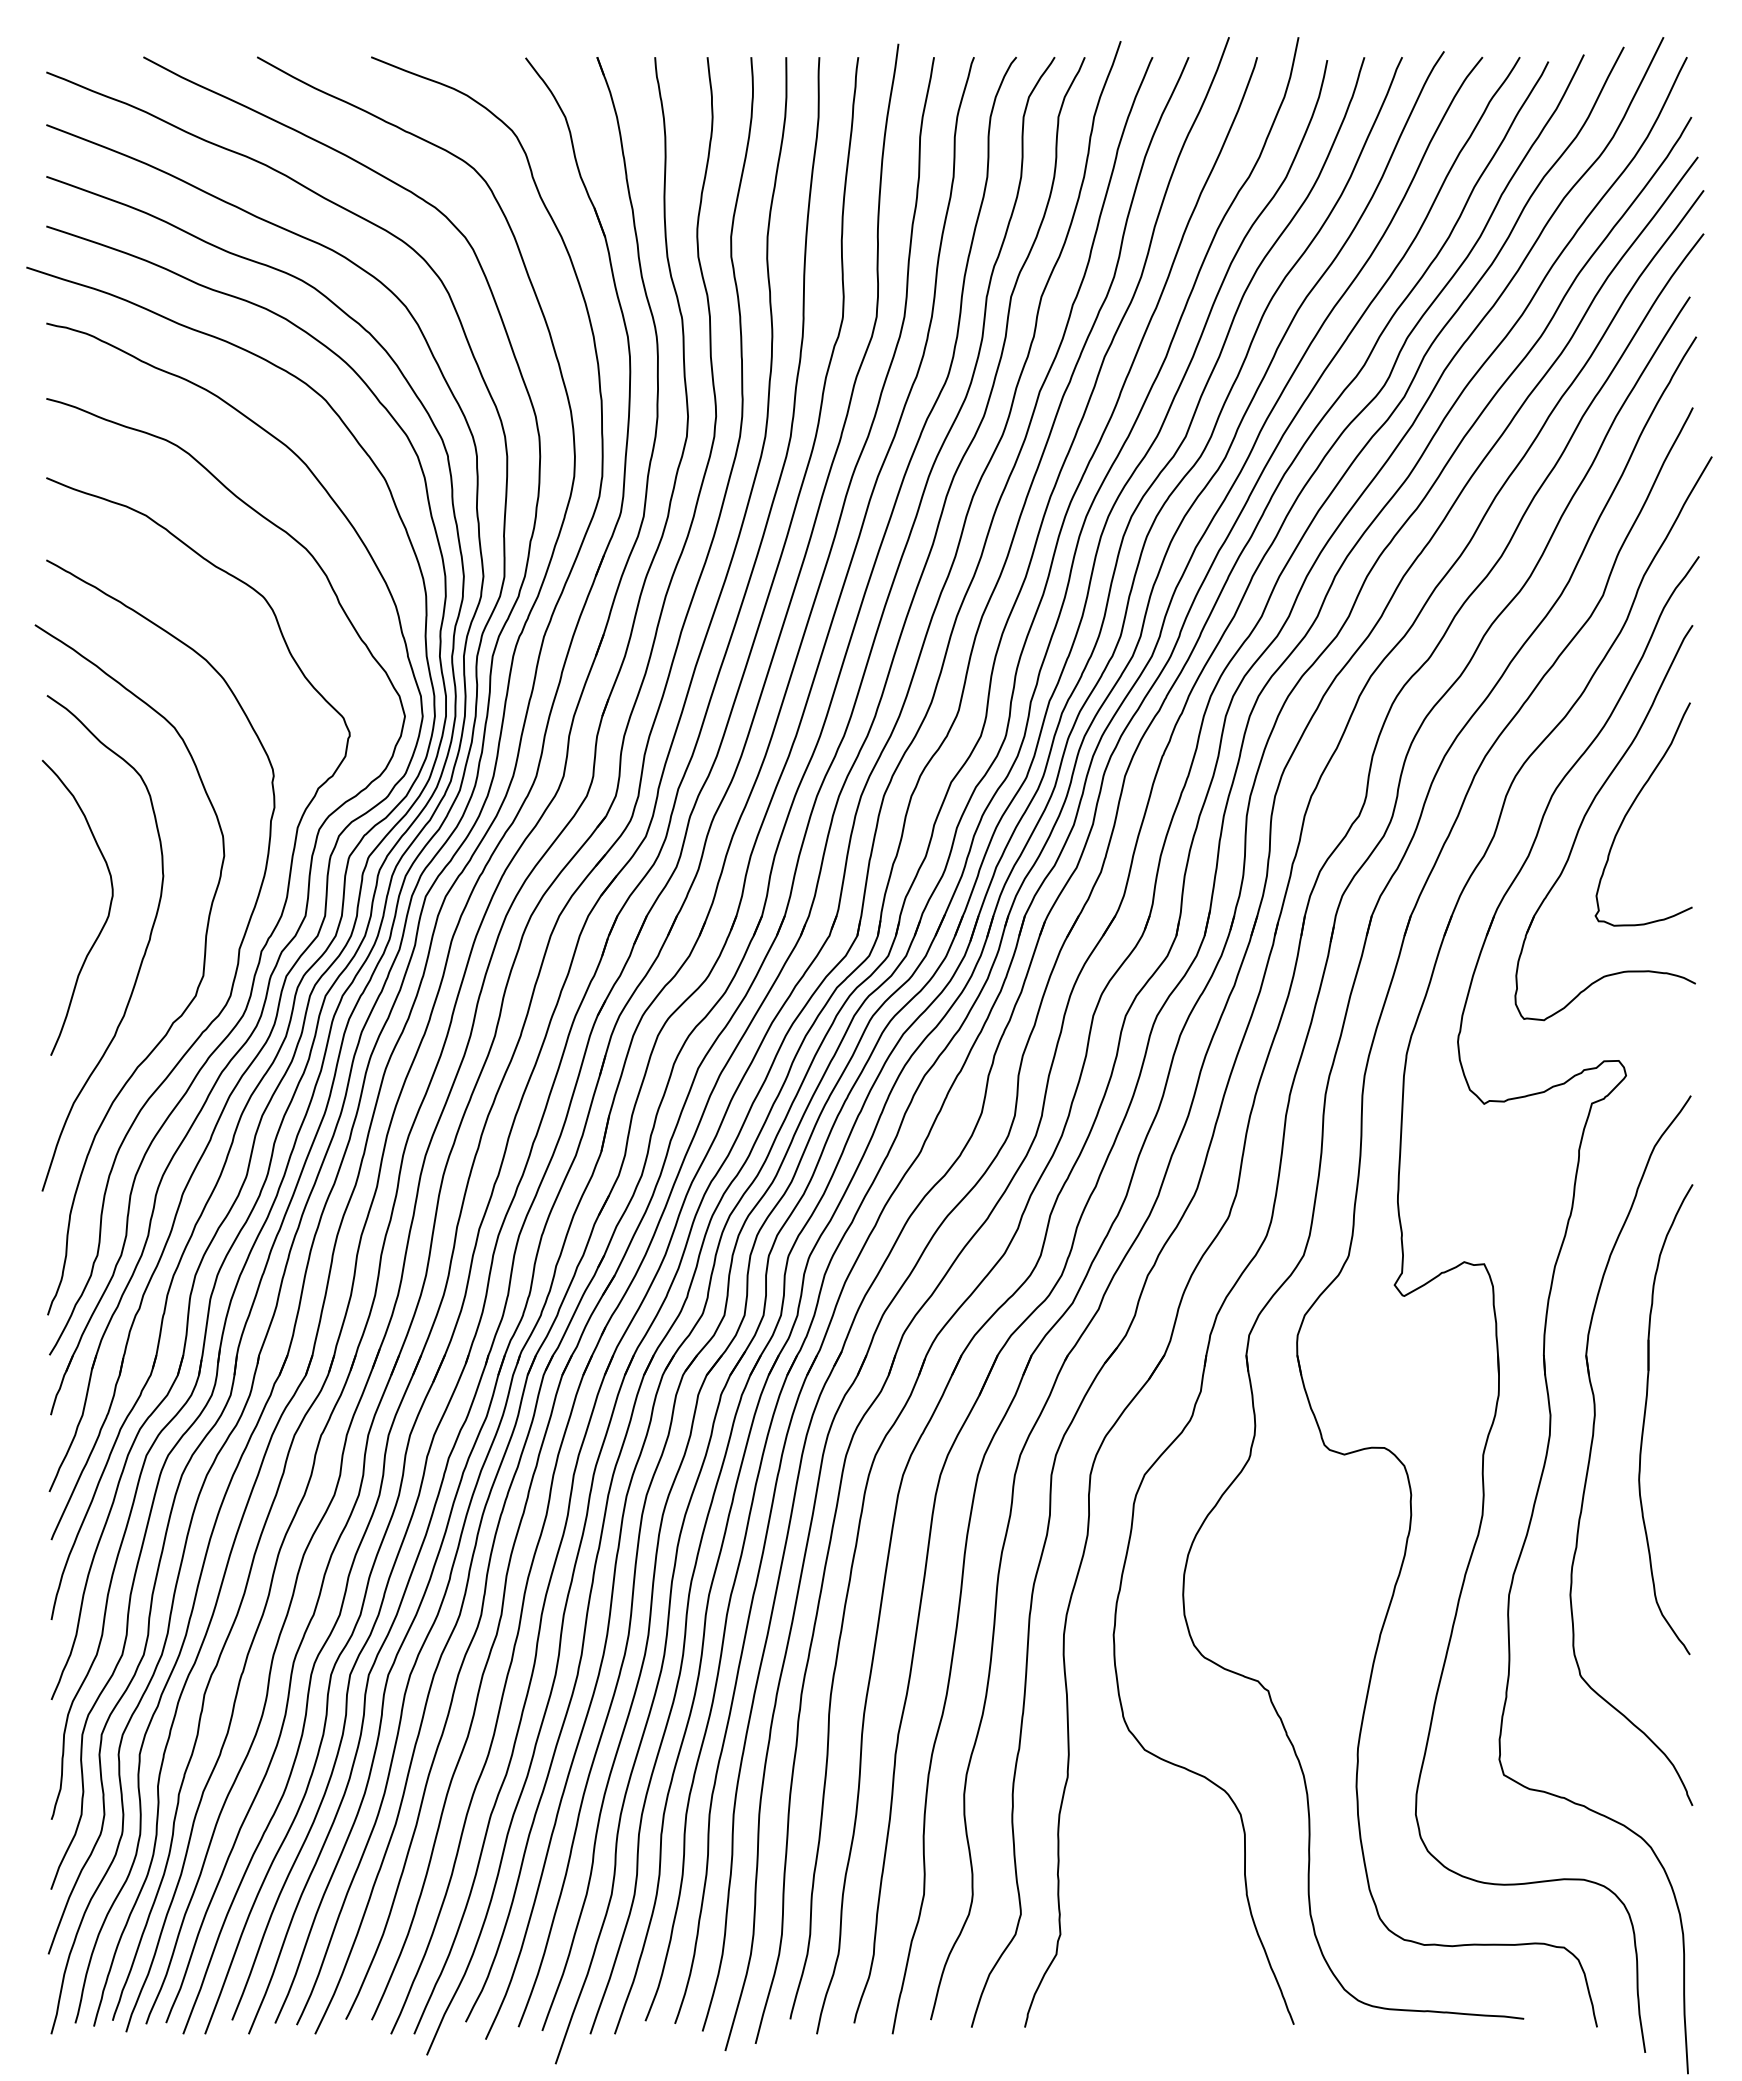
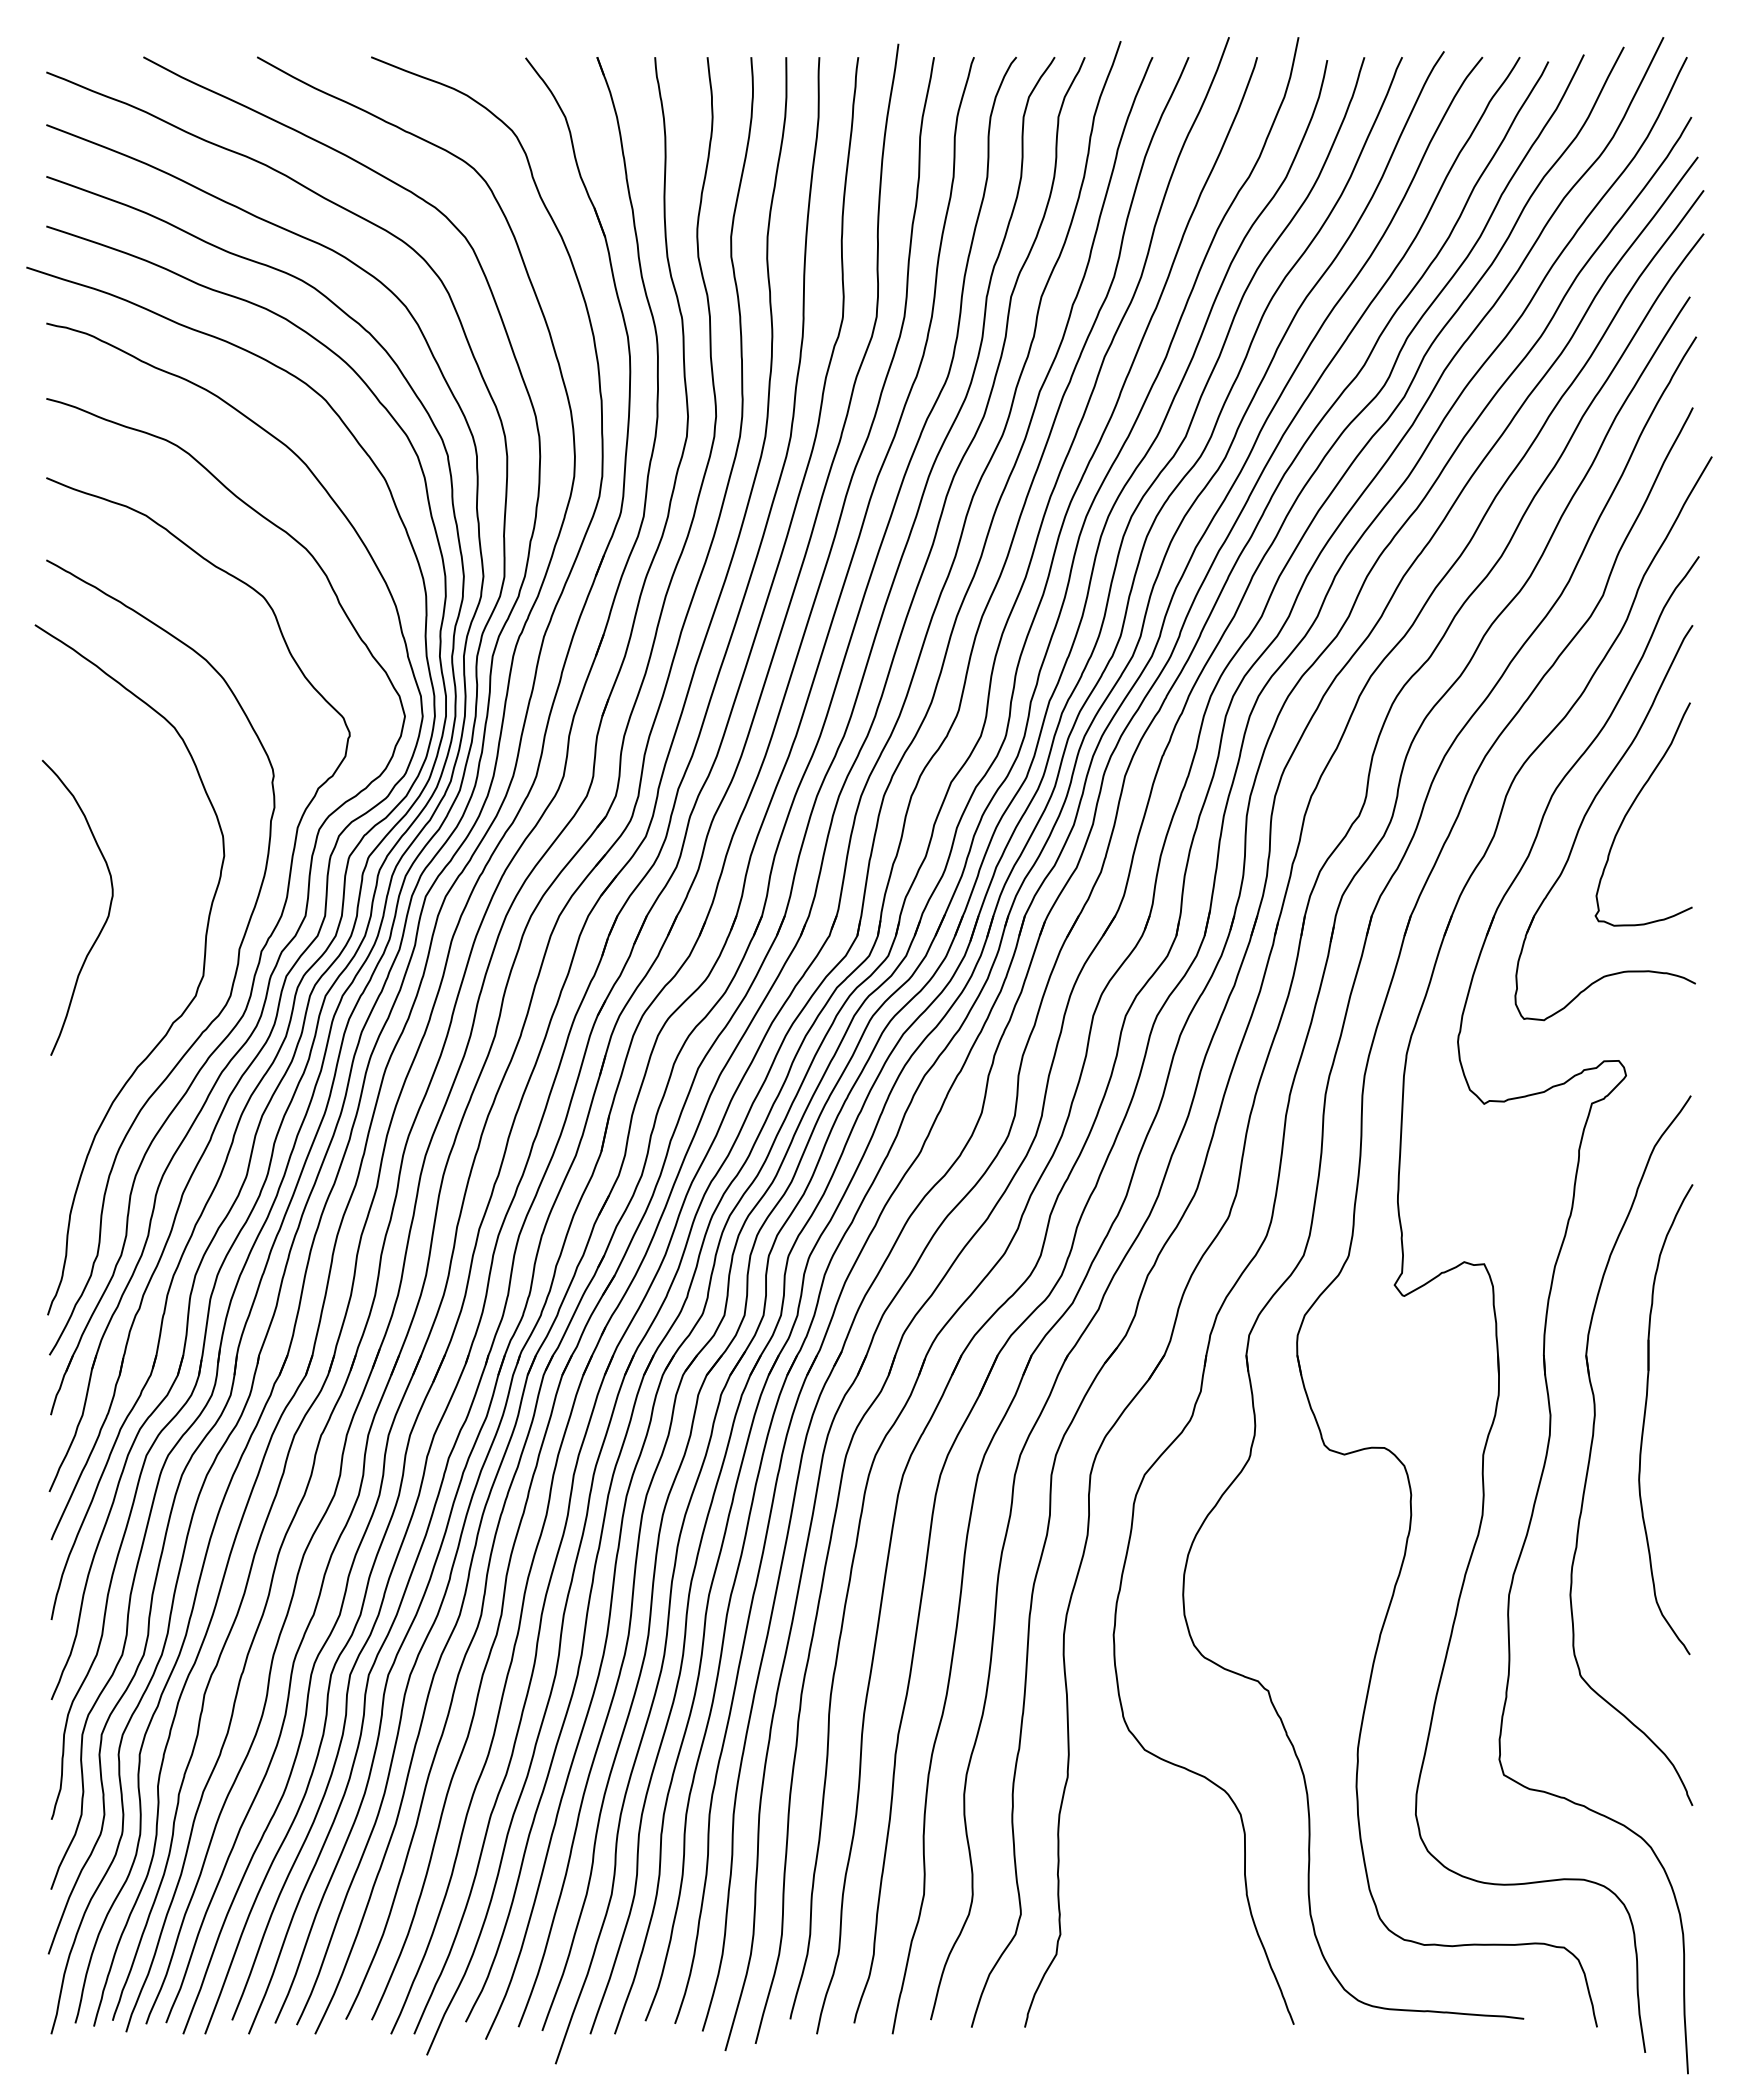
curve at (141, 959): present -> none
